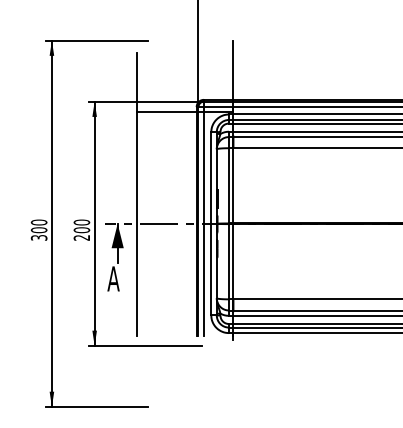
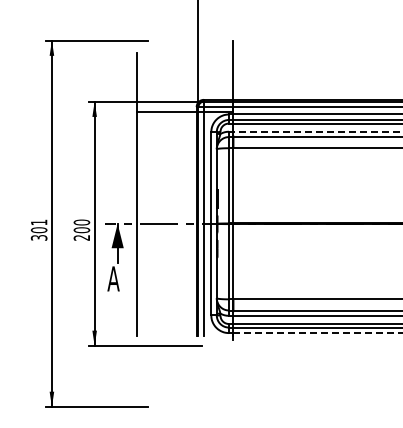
line at (317, 131): solid -> dashed
text at (38, 222): 300 -> 301
line at (318, 333): solid -> dashed
